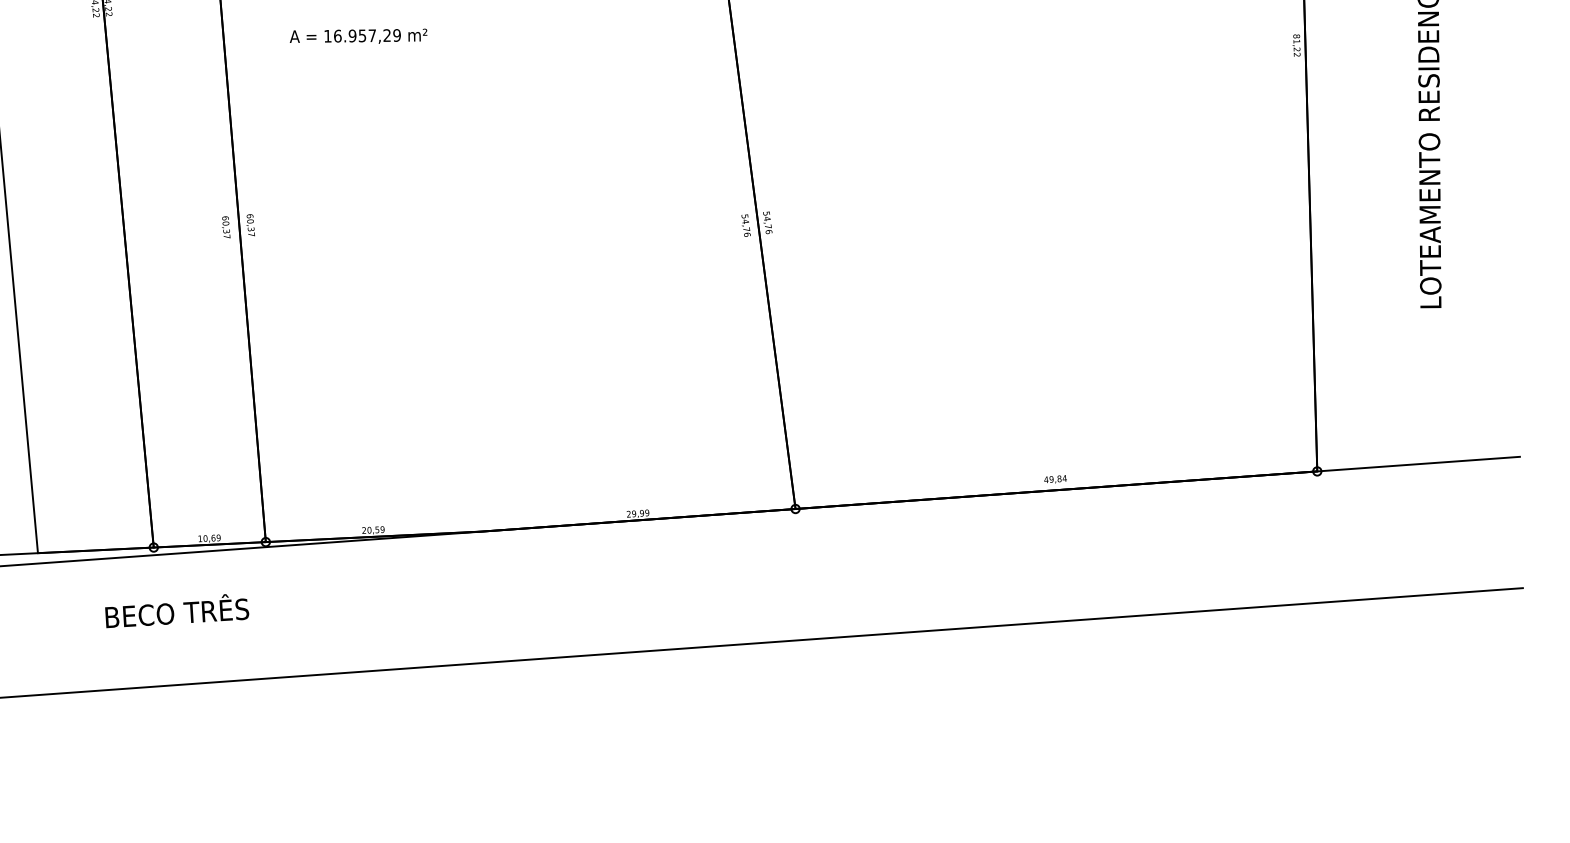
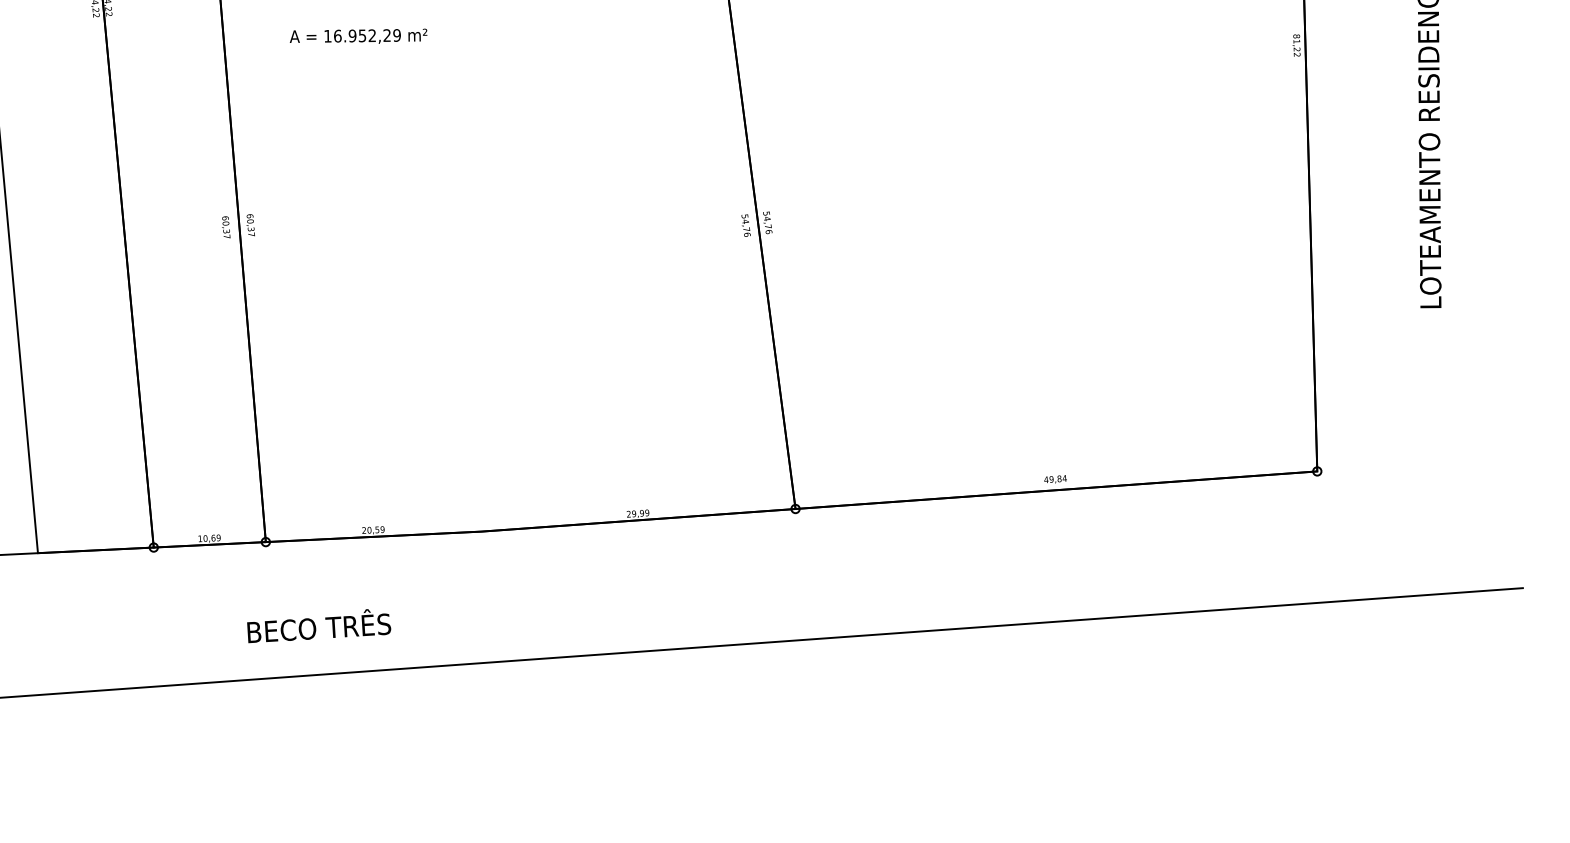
text at (371, 35): 16.957,29 -> 16.952,29
line at (760, 511): present -> none
text at (177, 611) position: (177, 611) -> (319, 626)
